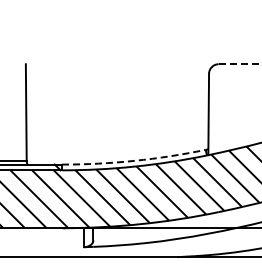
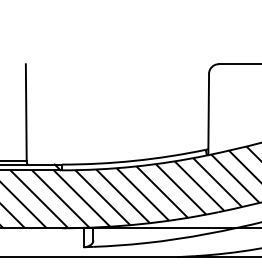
line at (240, 64): dashed -> solid
arc at (134, 160): dashed -> solid
